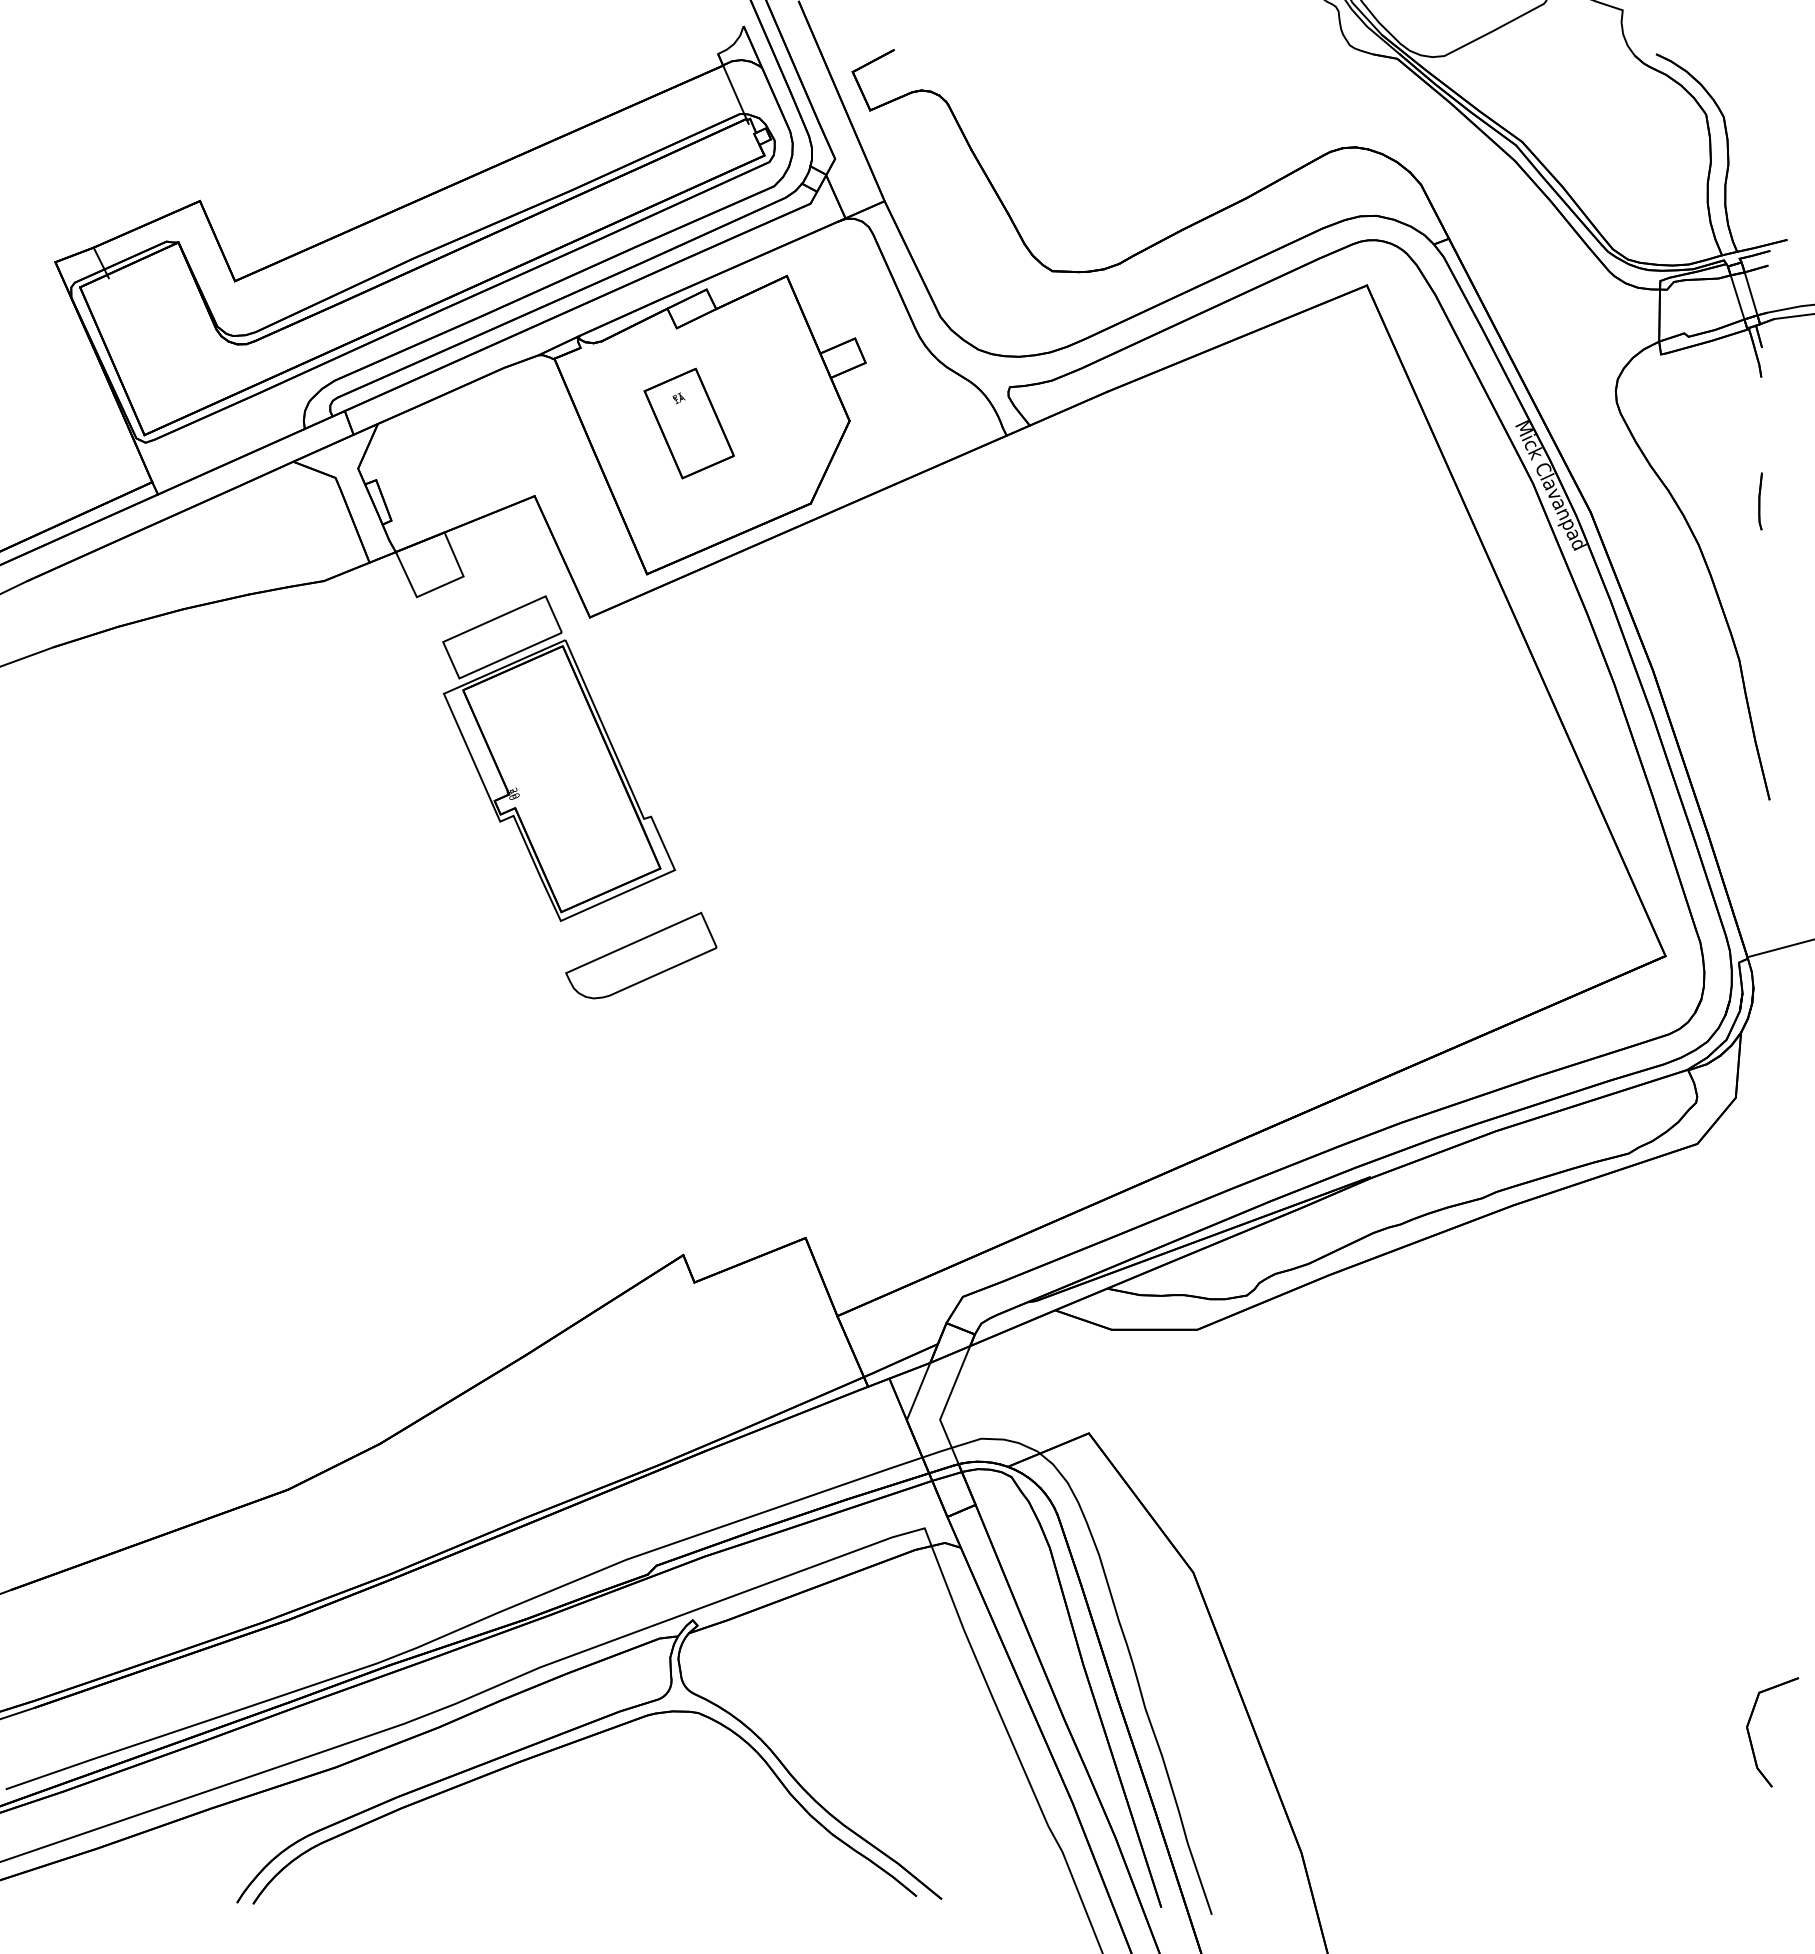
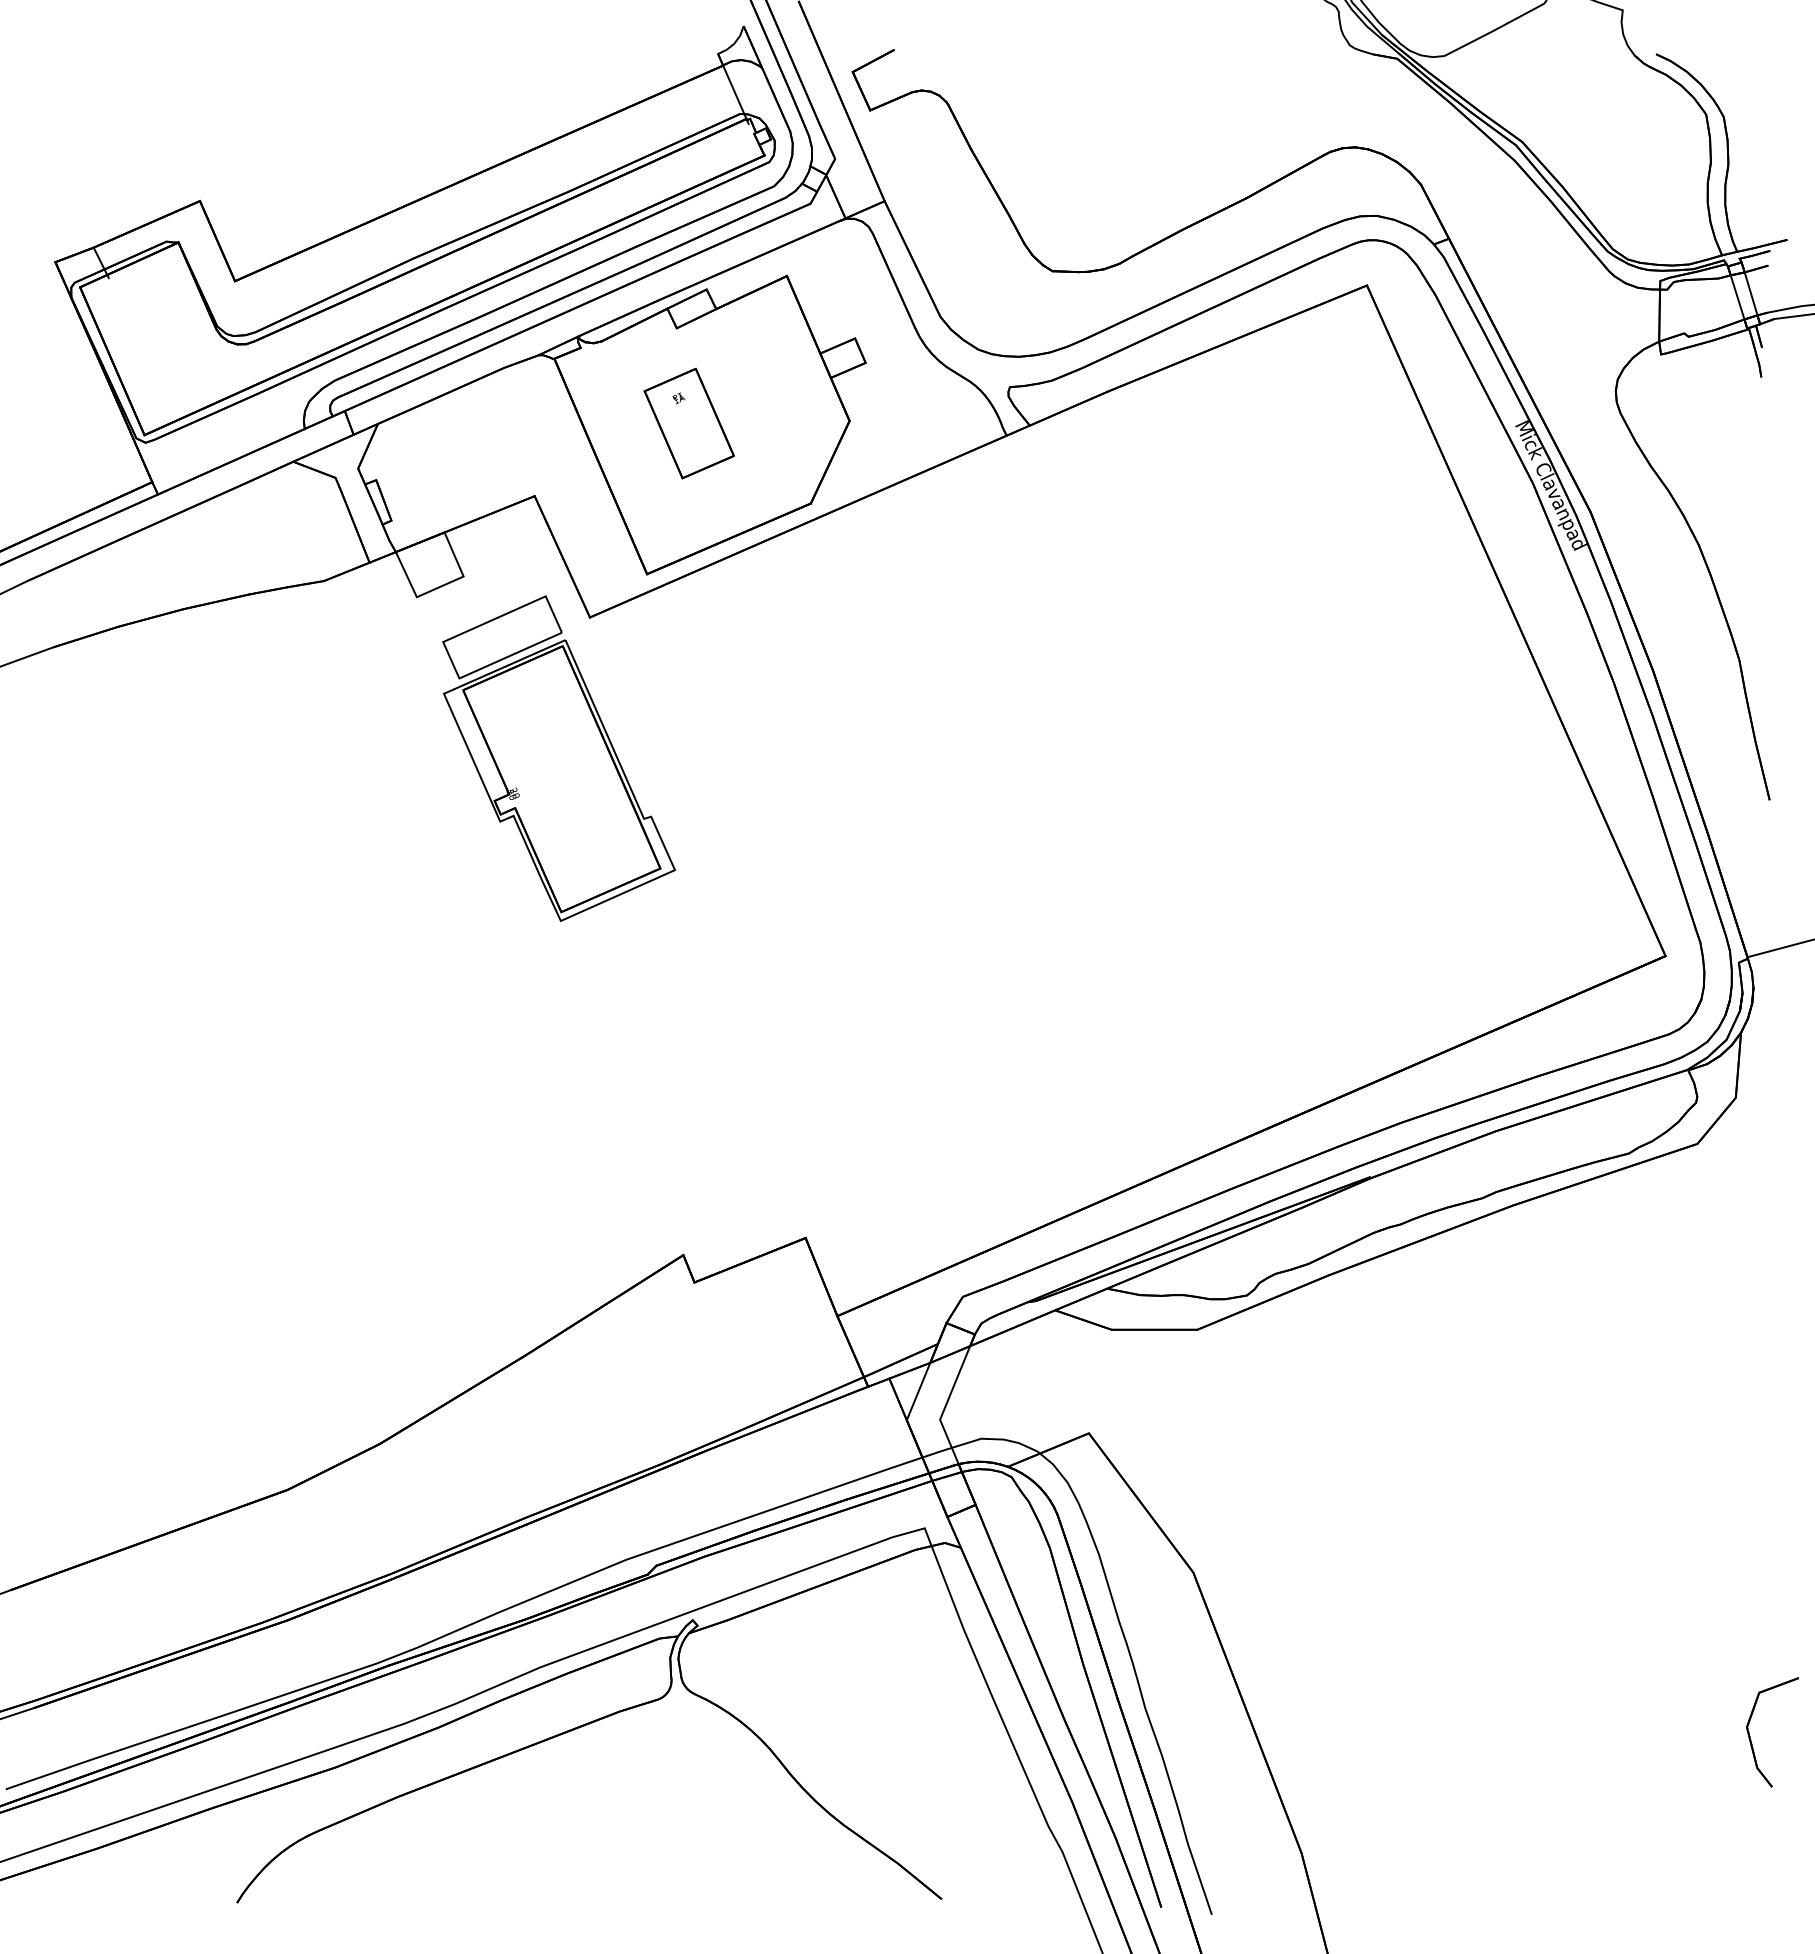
part at (1760, 501): present -> none
part at (641, 955): present -> none
part at (563, 1747): present -> none
